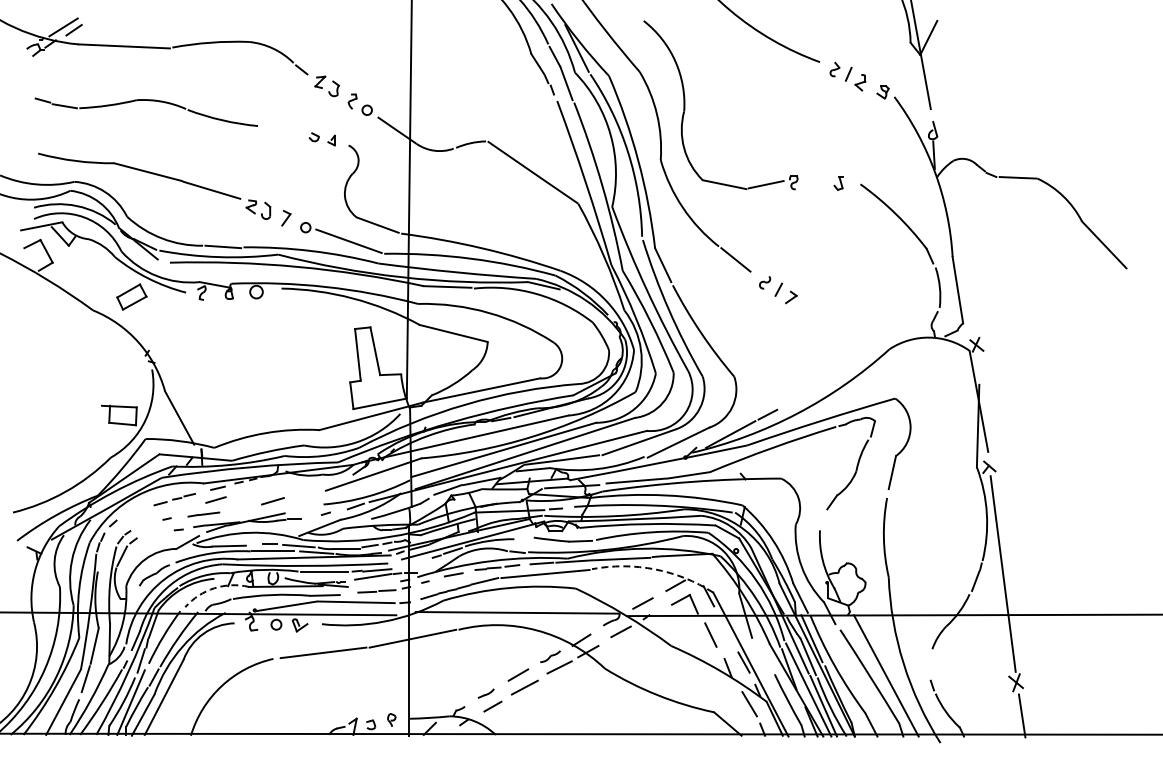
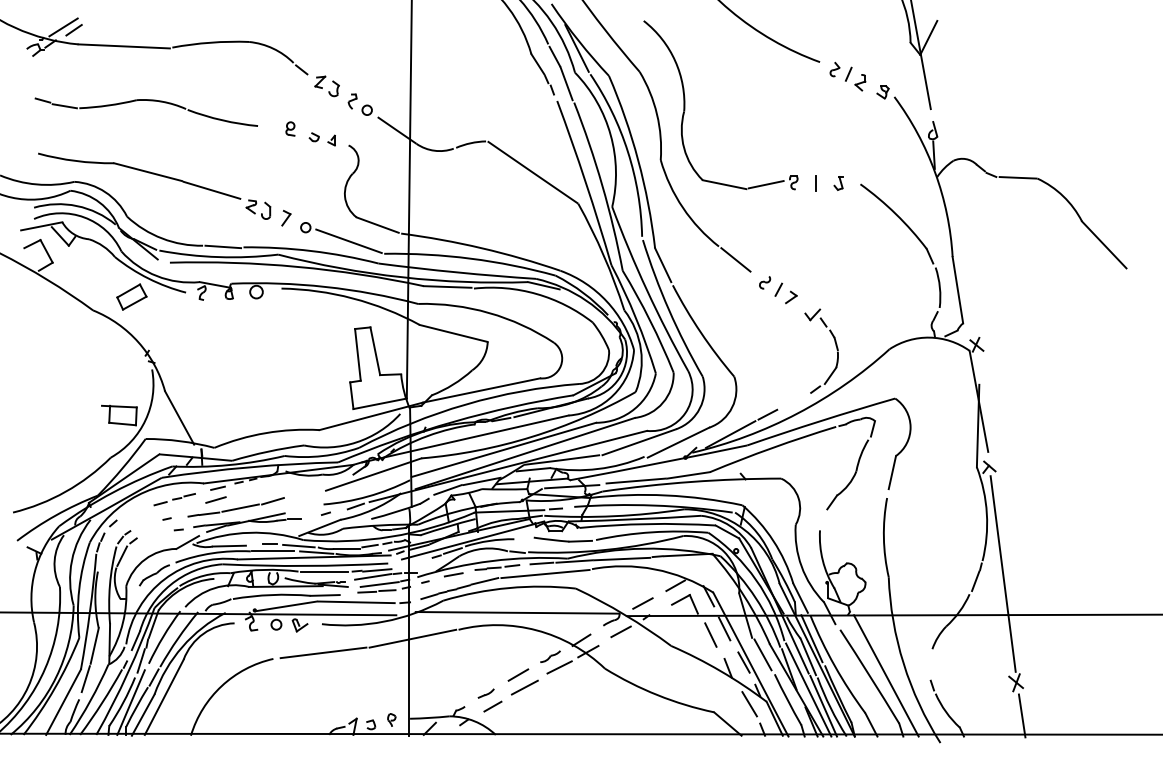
part at (290, 128): none -> present
line at (815, 183): none -> present
part at (835, 345): none -> present
line at (240, 507): none -> present
arc at (654, 569): dashed -> solid
line at (379, 584): none -> present
arc at (214, 588): dashed -> solid
line at (724, 628): none -> present
line at (762, 654): none -> present
